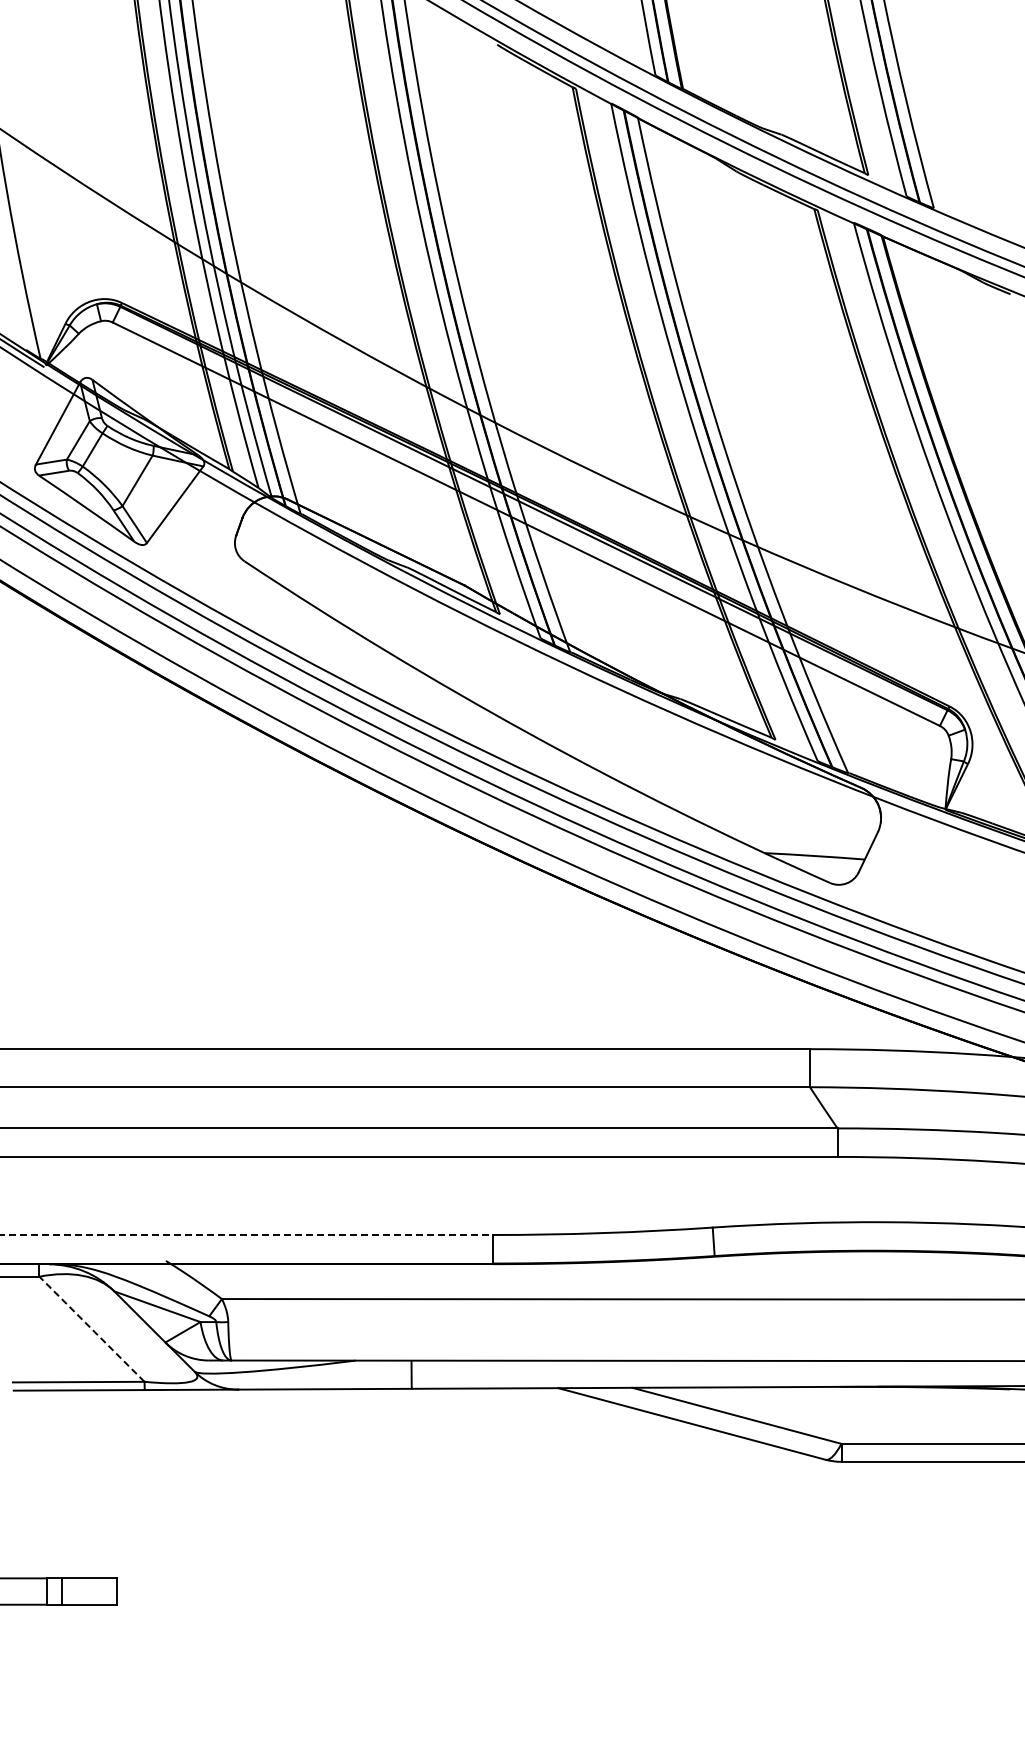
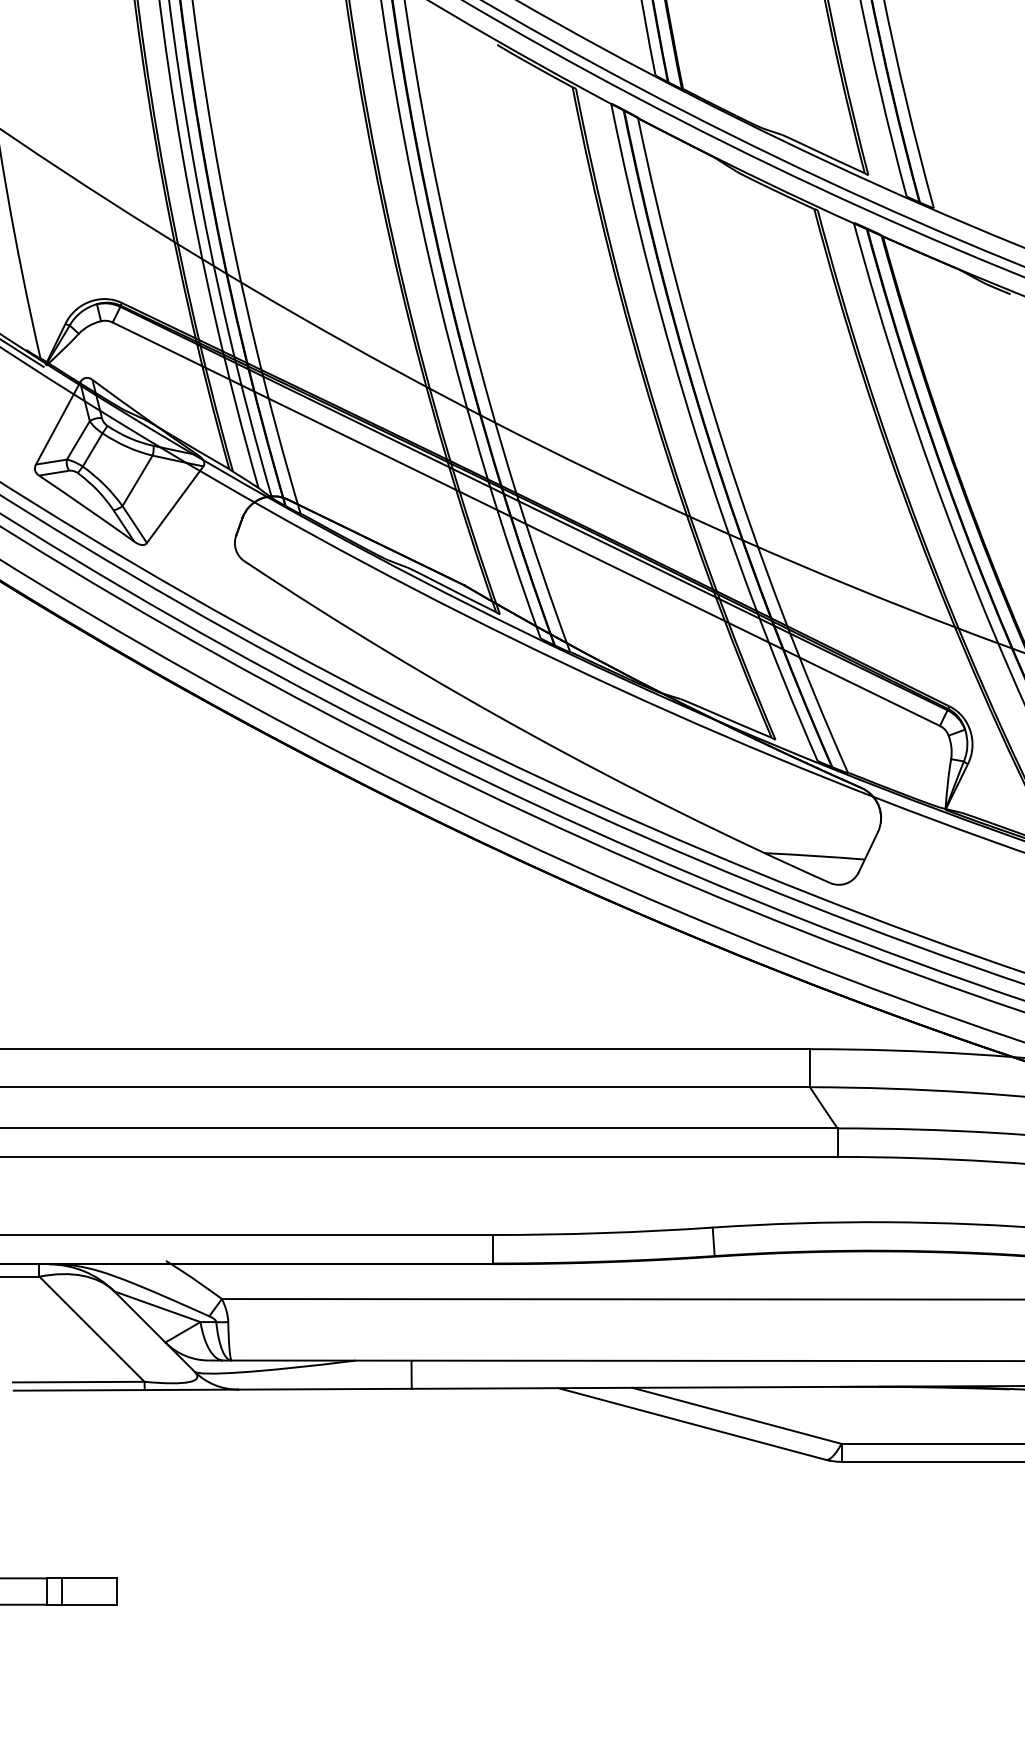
line at (246, 1234): dashed -> solid
line at (91, 1328): dashed -> solid
